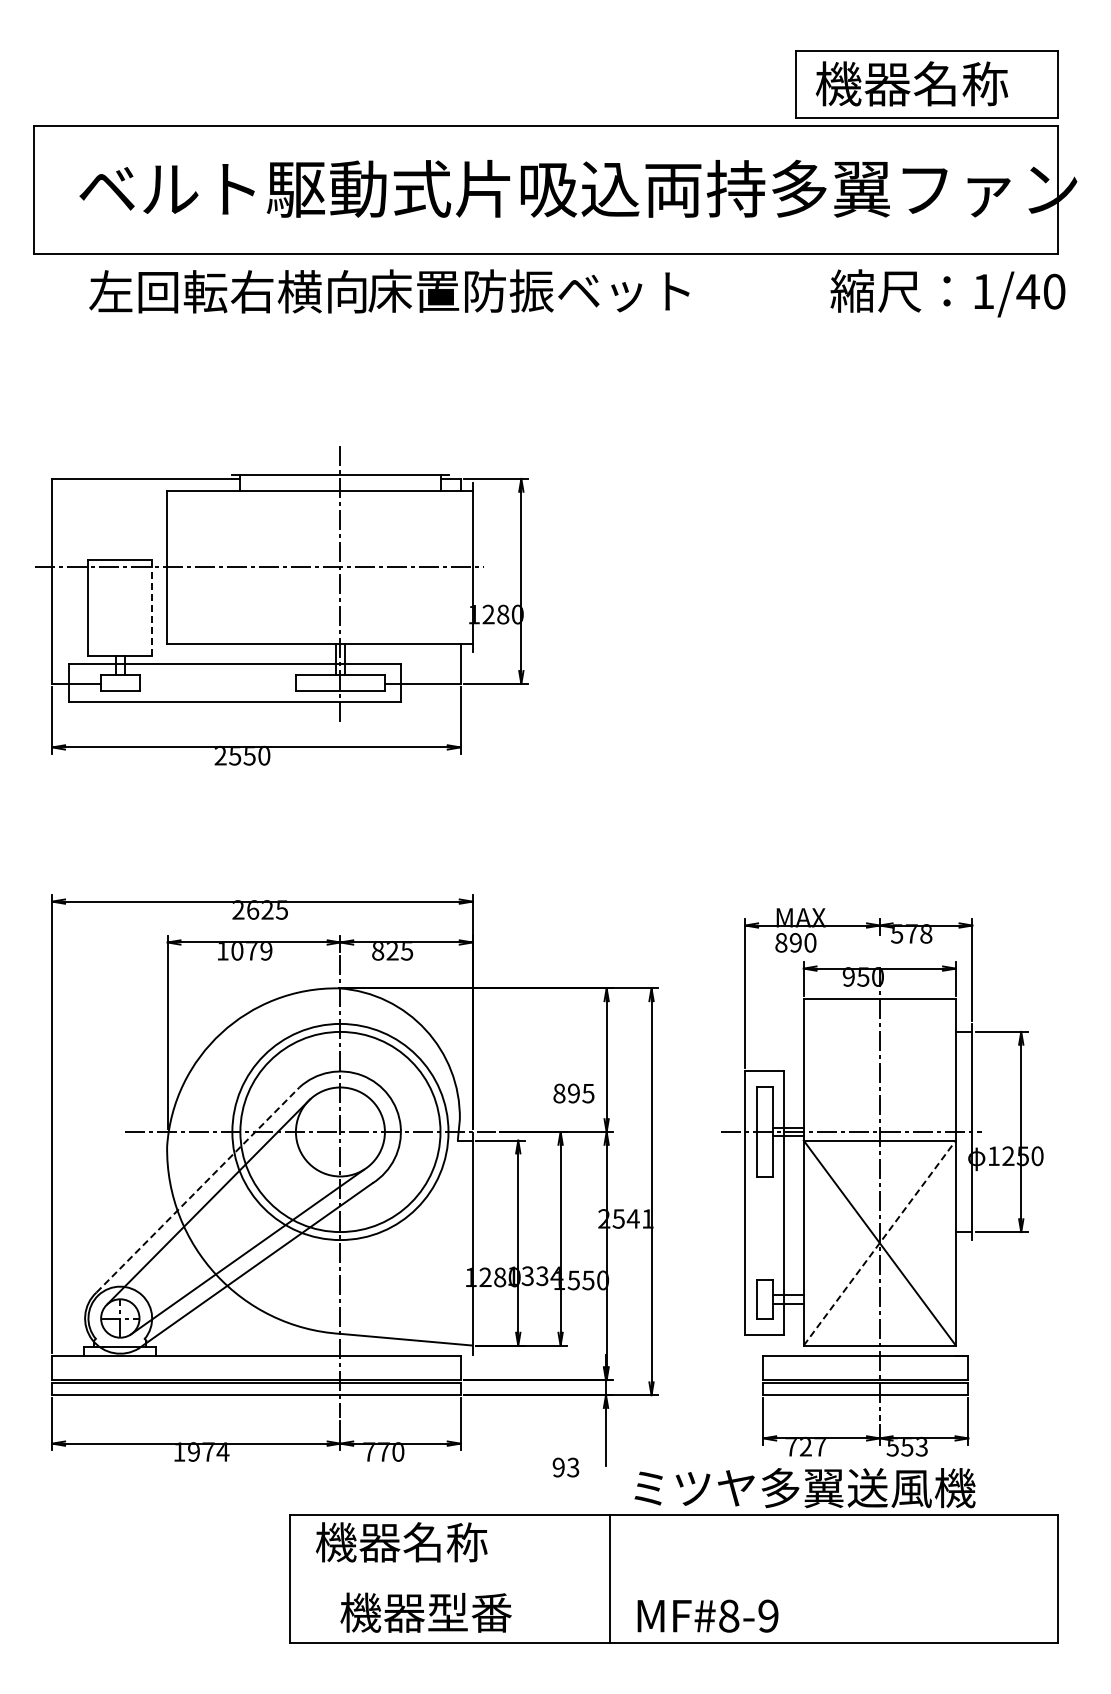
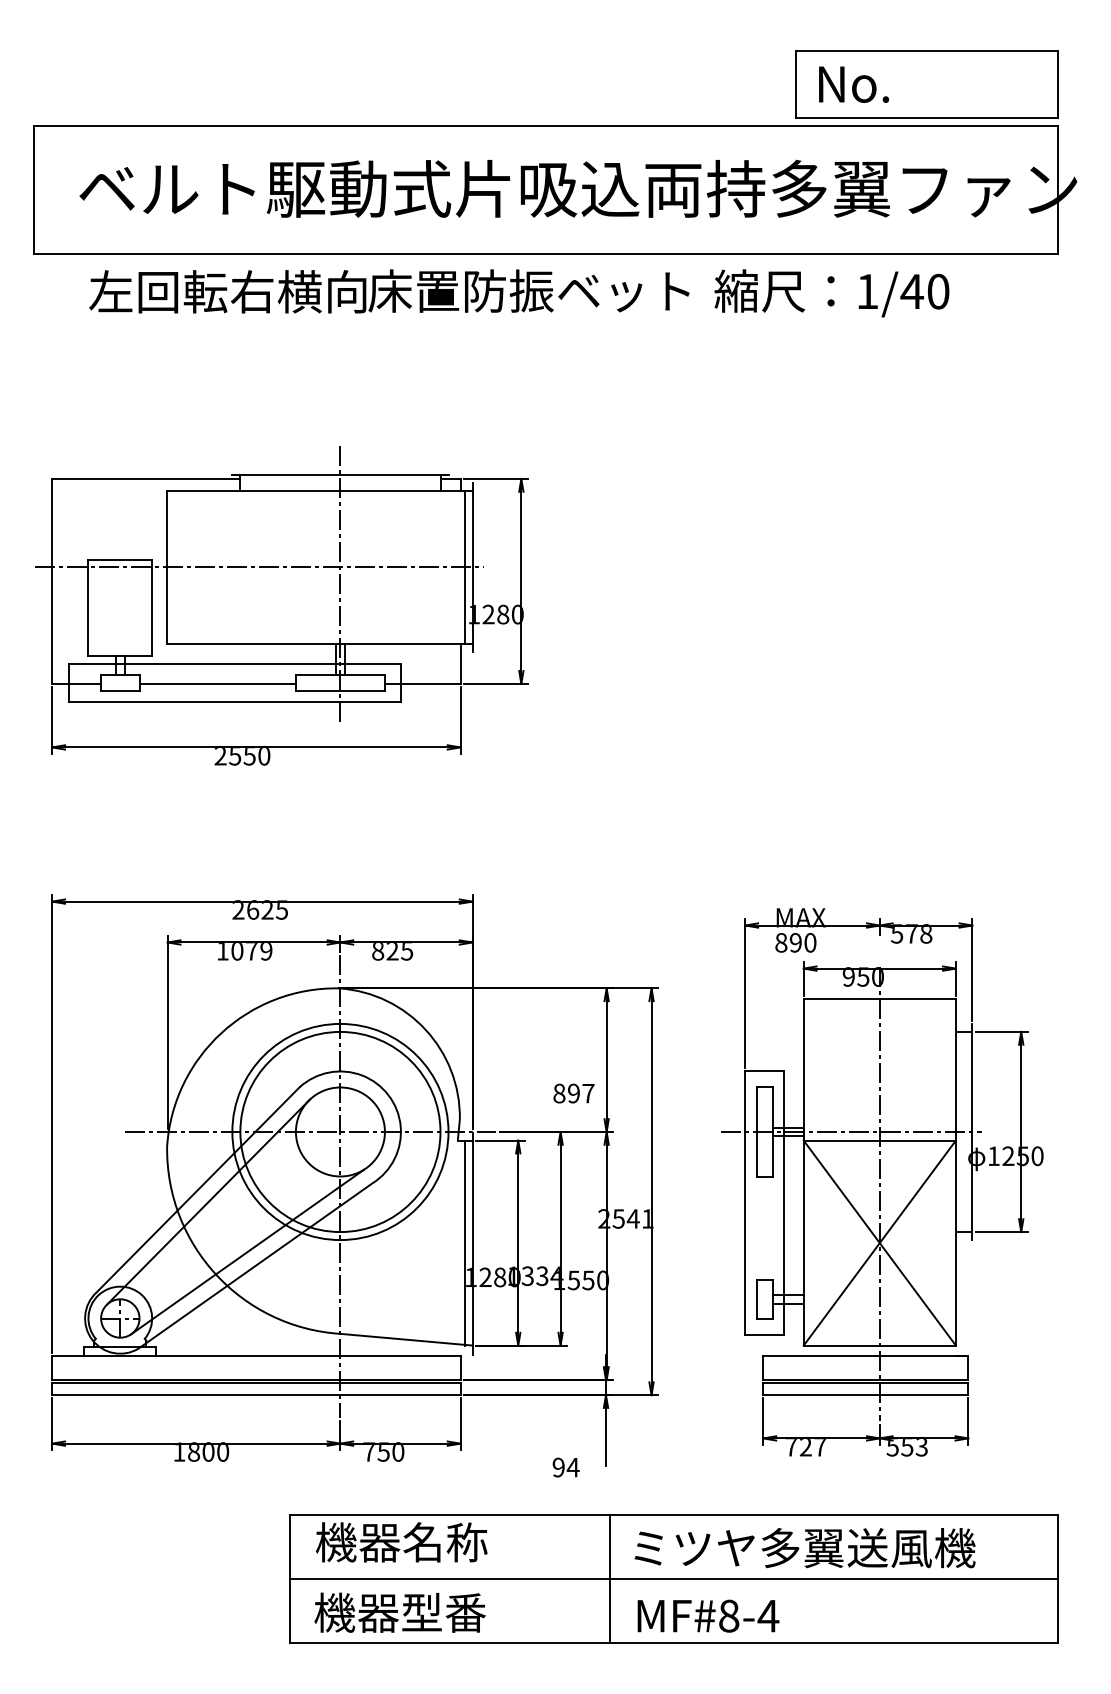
text at (911, 83): 機器名称 -> No.
text at (947, 293) position: (947, 293) -> (831, 293)
line at (464, 567): none -> present
line at (152, 608): dashed -> solid
line at (217, 683): none -> present
text at (588, 1093): 895 -> 897
line at (198, 1189): dashed -> solid
line at (464, 1242): none -> present
line at (879, 1243): dashed -> solid
text at (208, 1451): 1974 -> 1800
text at (383, 1451): 770 -> 750
text at (572, 1467): 93 -> 94
text at (804, 1488) position: (804, 1488) -> (804, 1548)
line at (673, 1579): none -> present
text at (425, 1612) position: (425, 1612) -> (399, 1612)
text at (768, 1615): MF#8-9 -> MF#8-4
